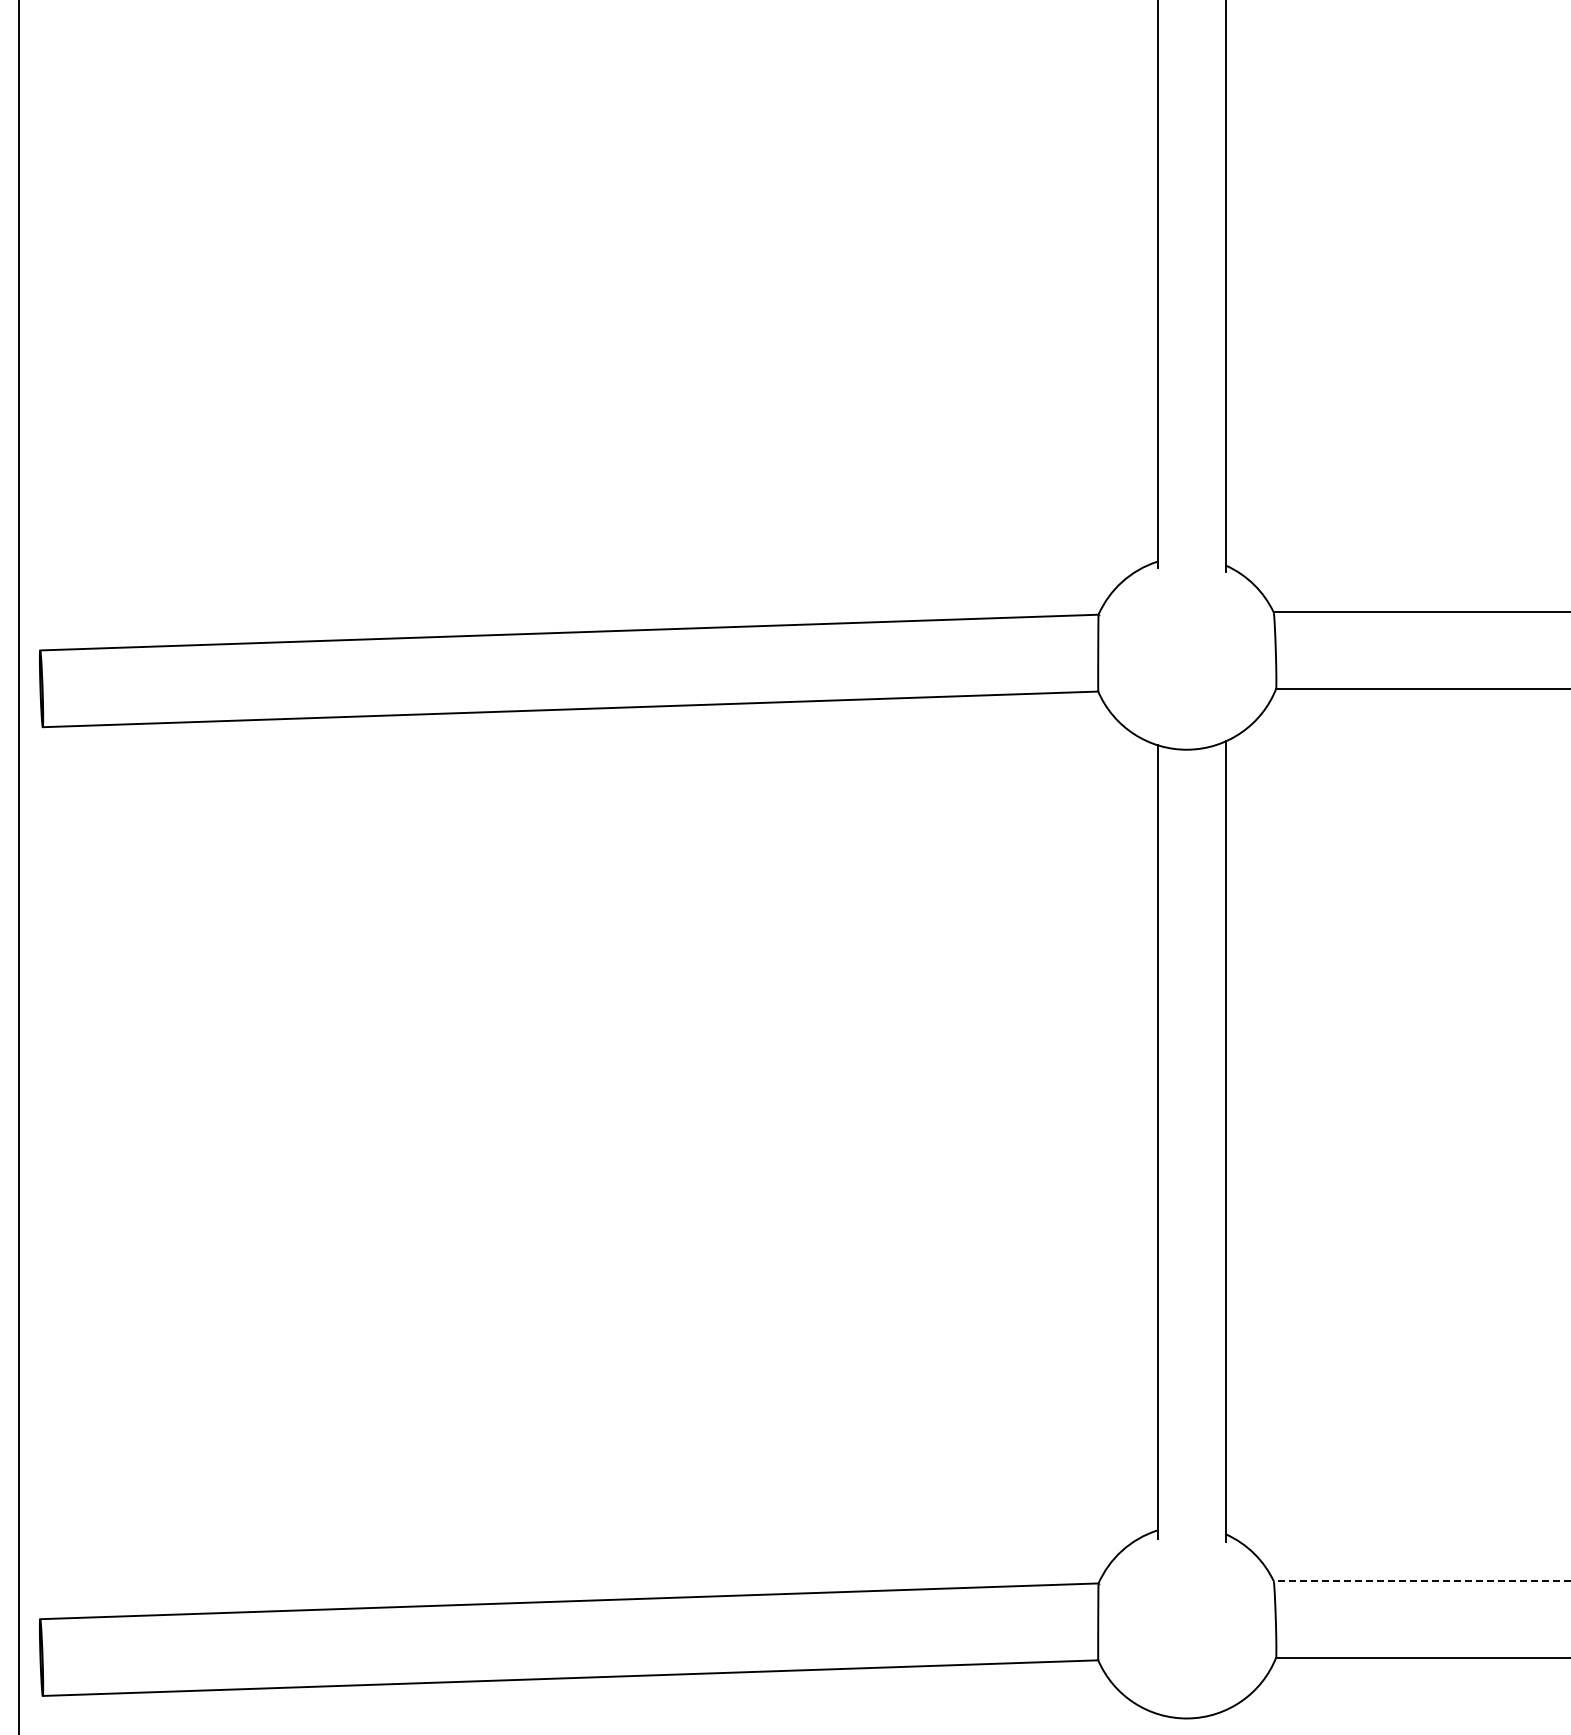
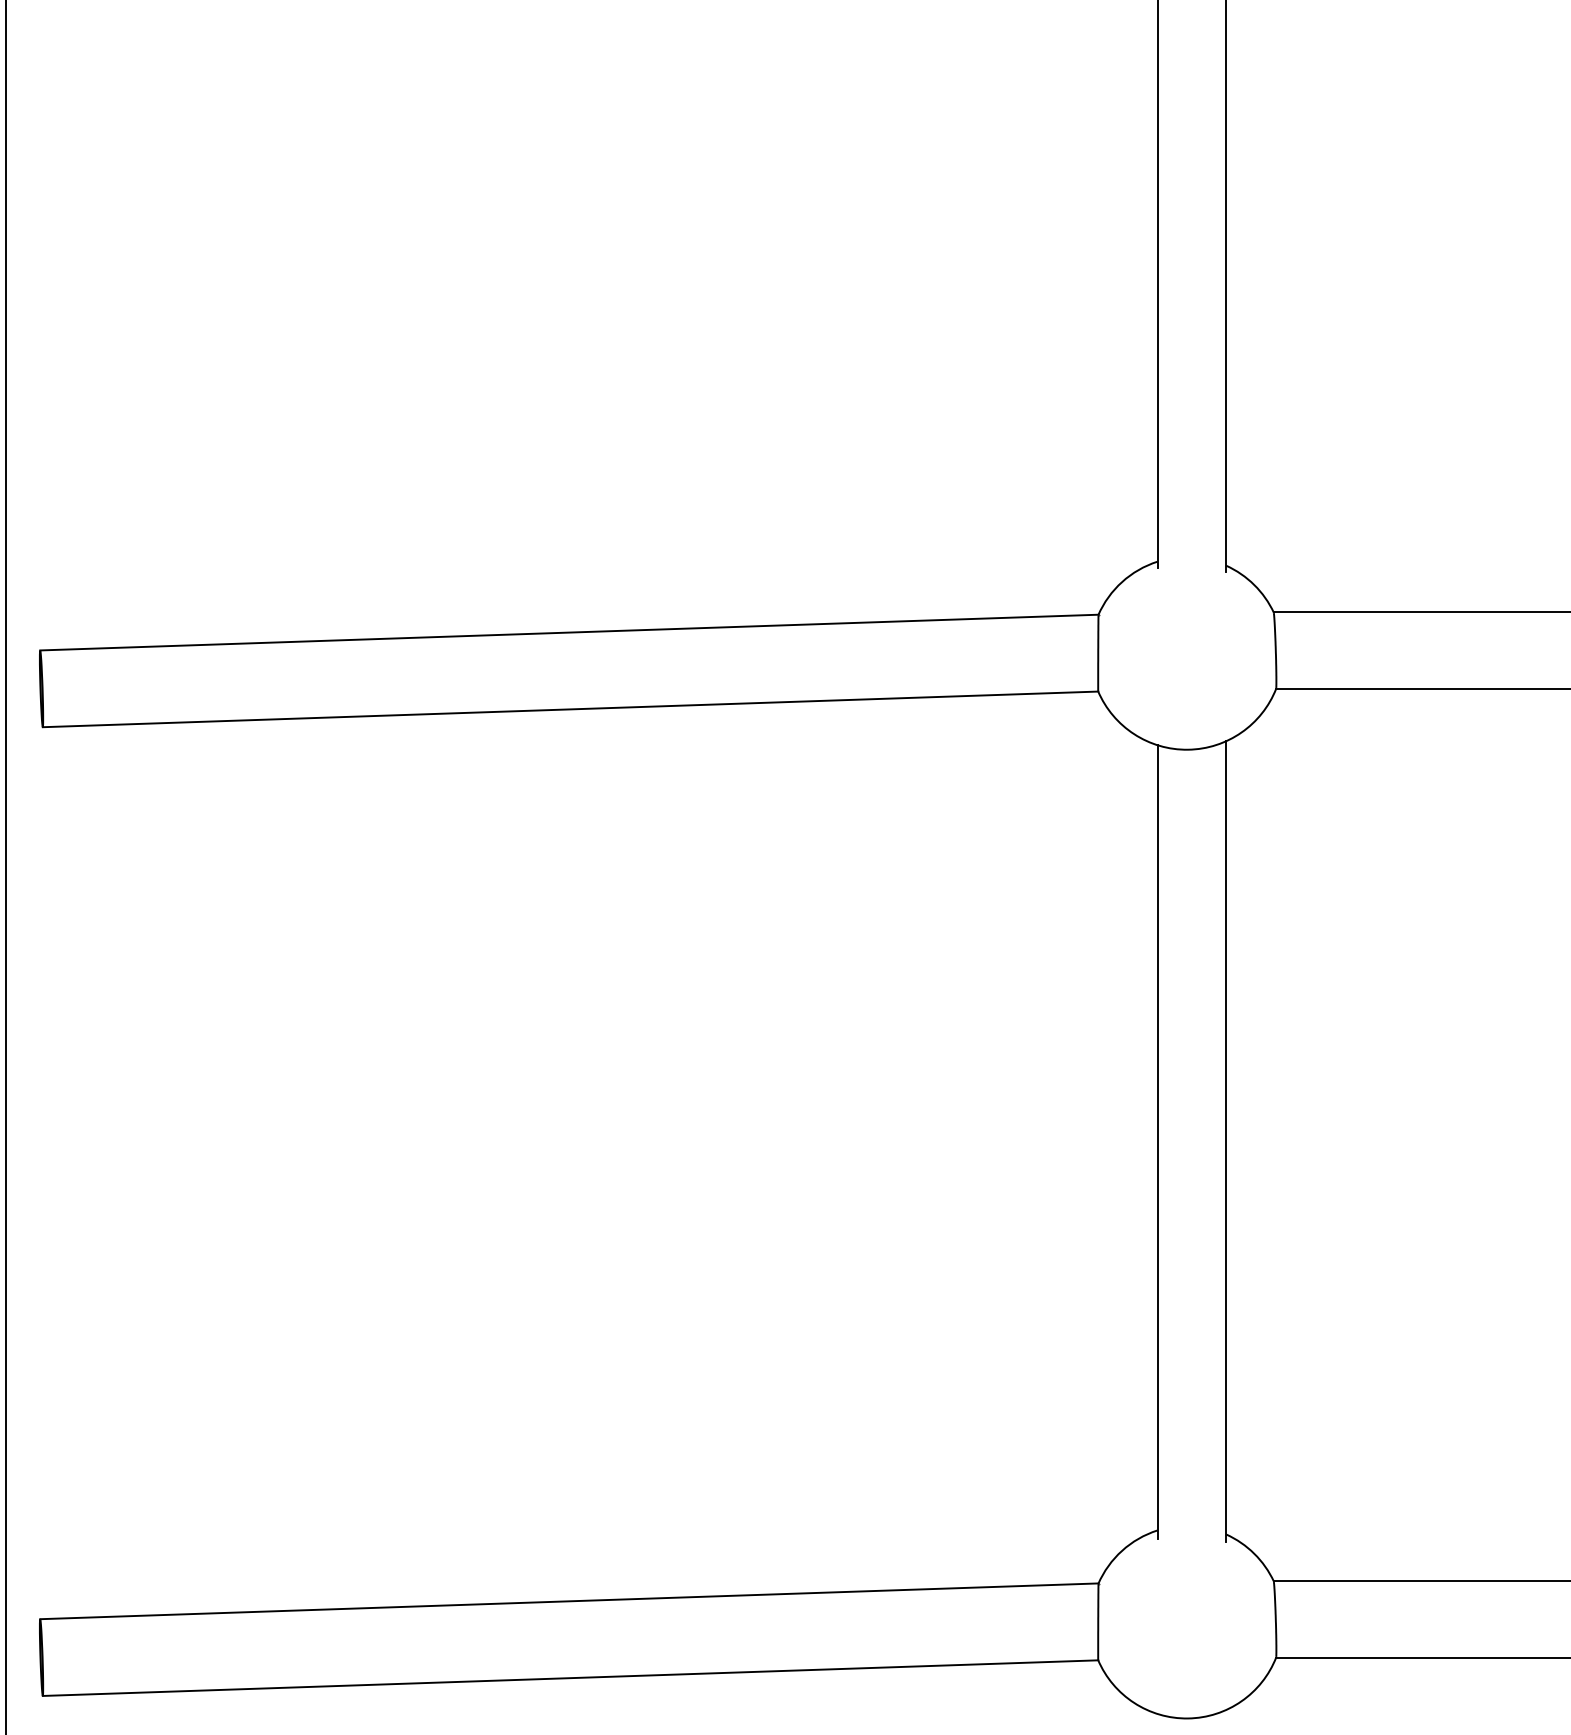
line at (18, 866) position: (18, 866) -> (5, 866)
line at (1421, 1581): dashed -> solid
